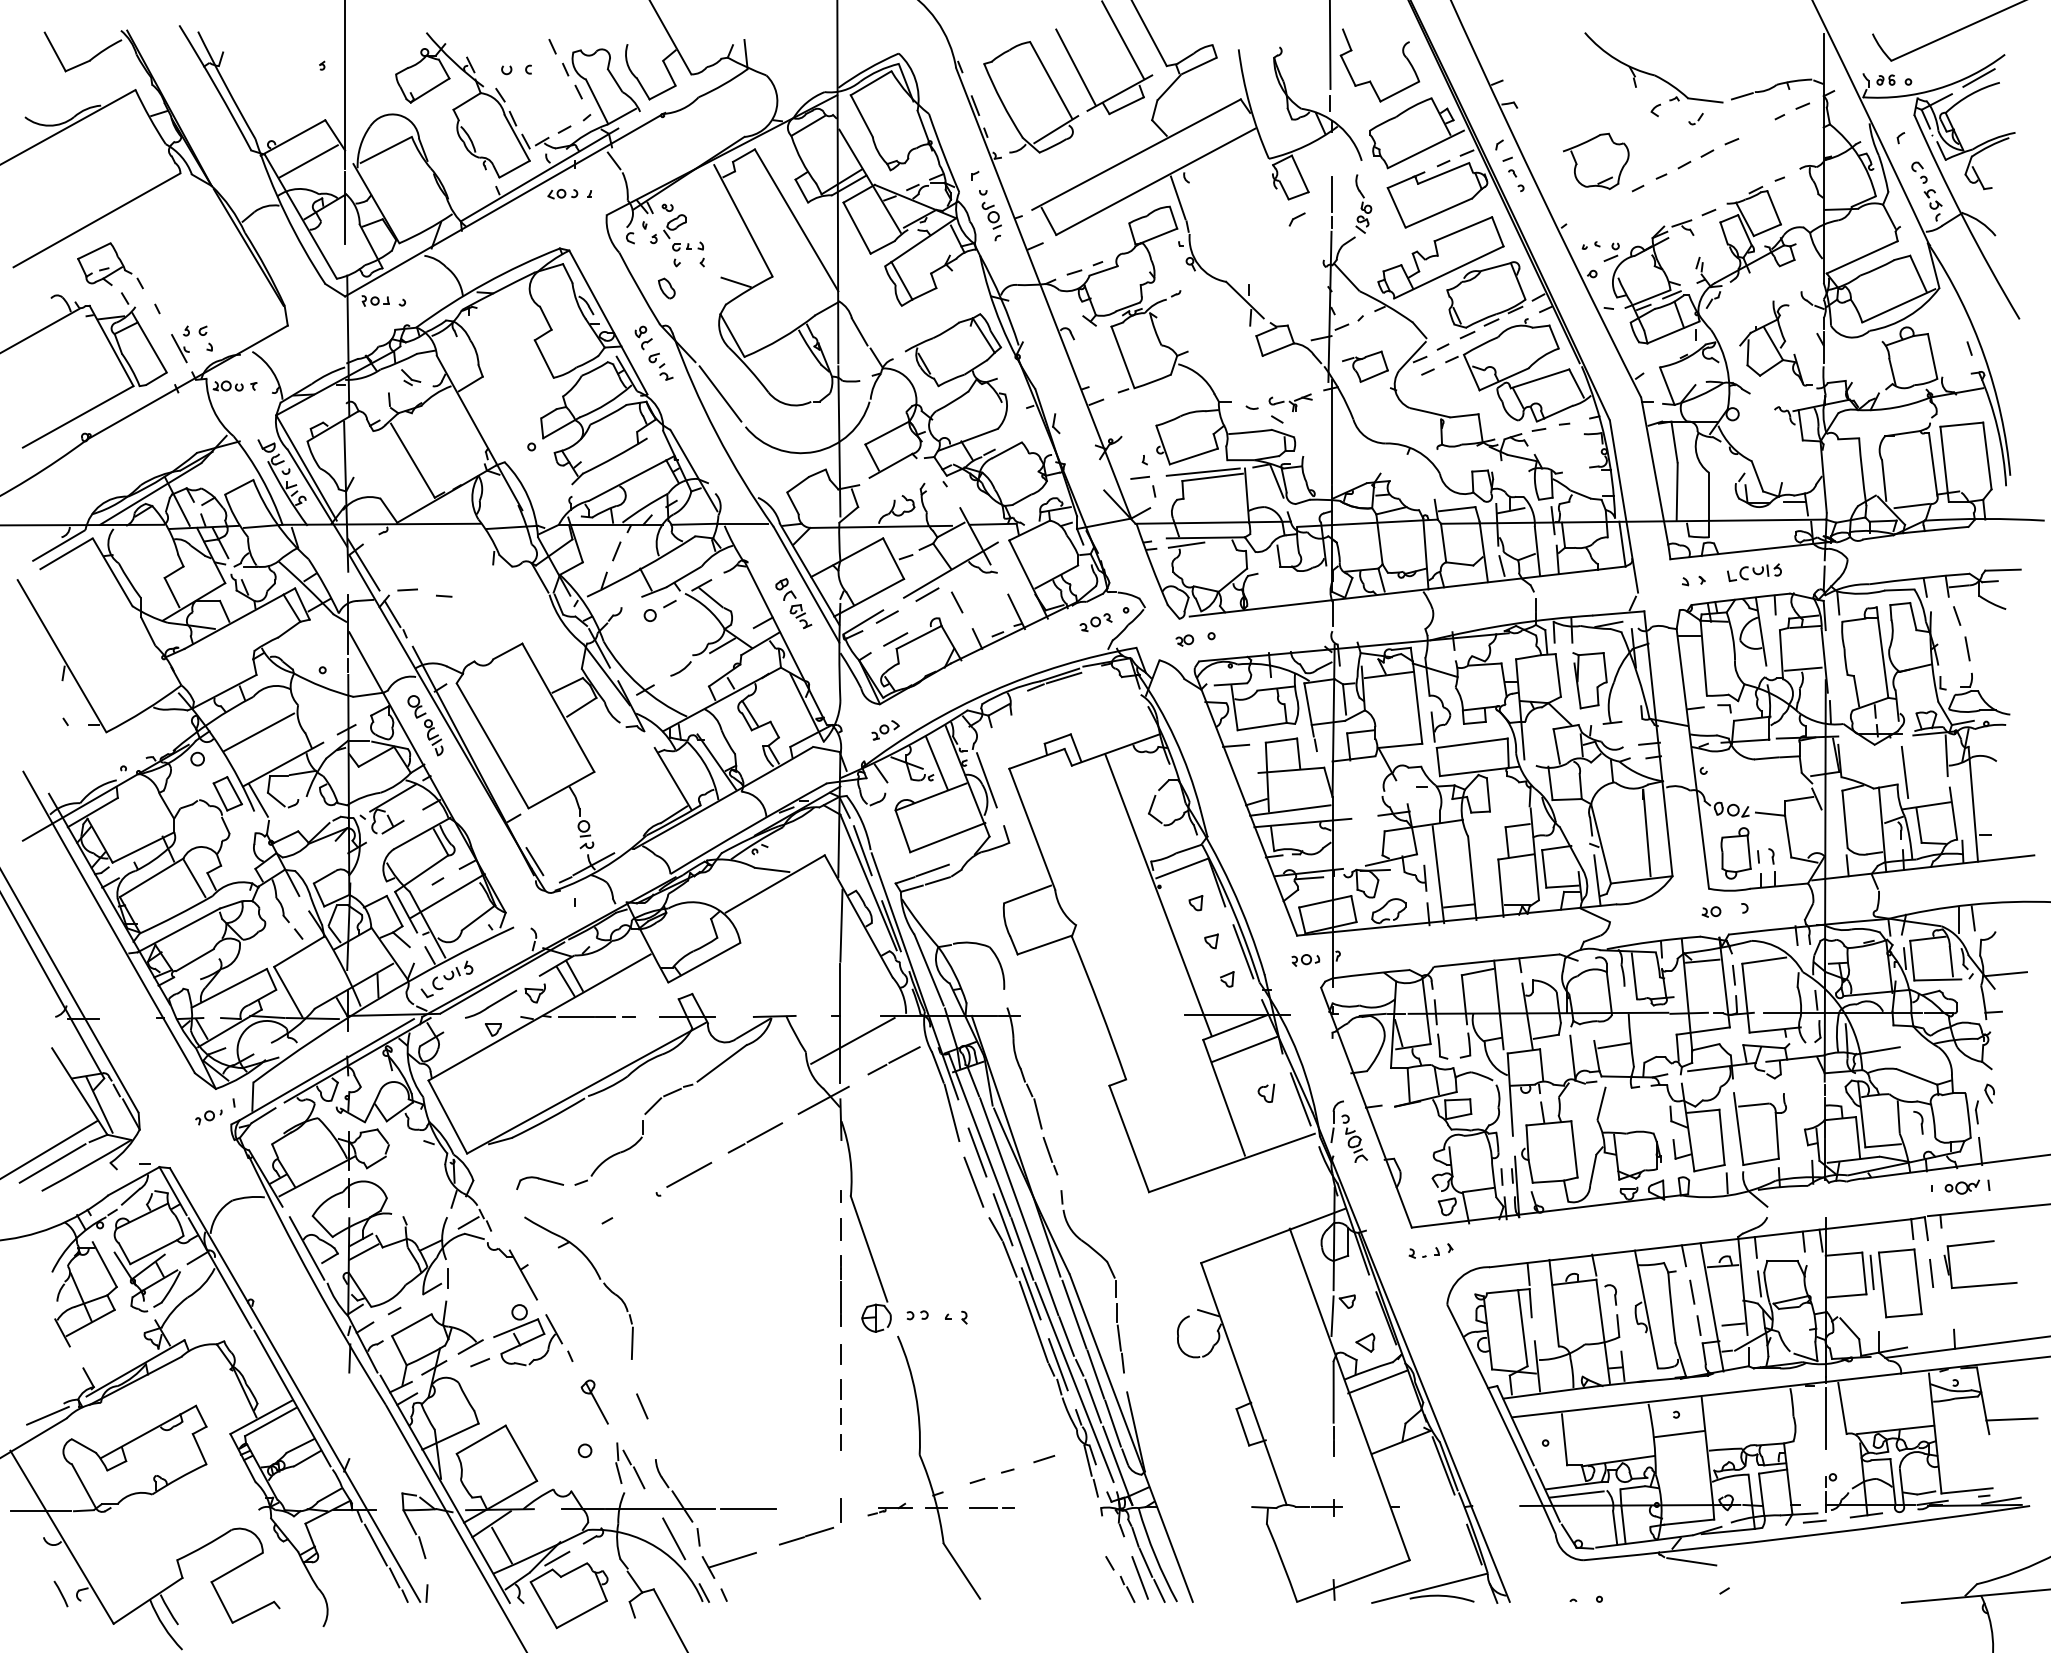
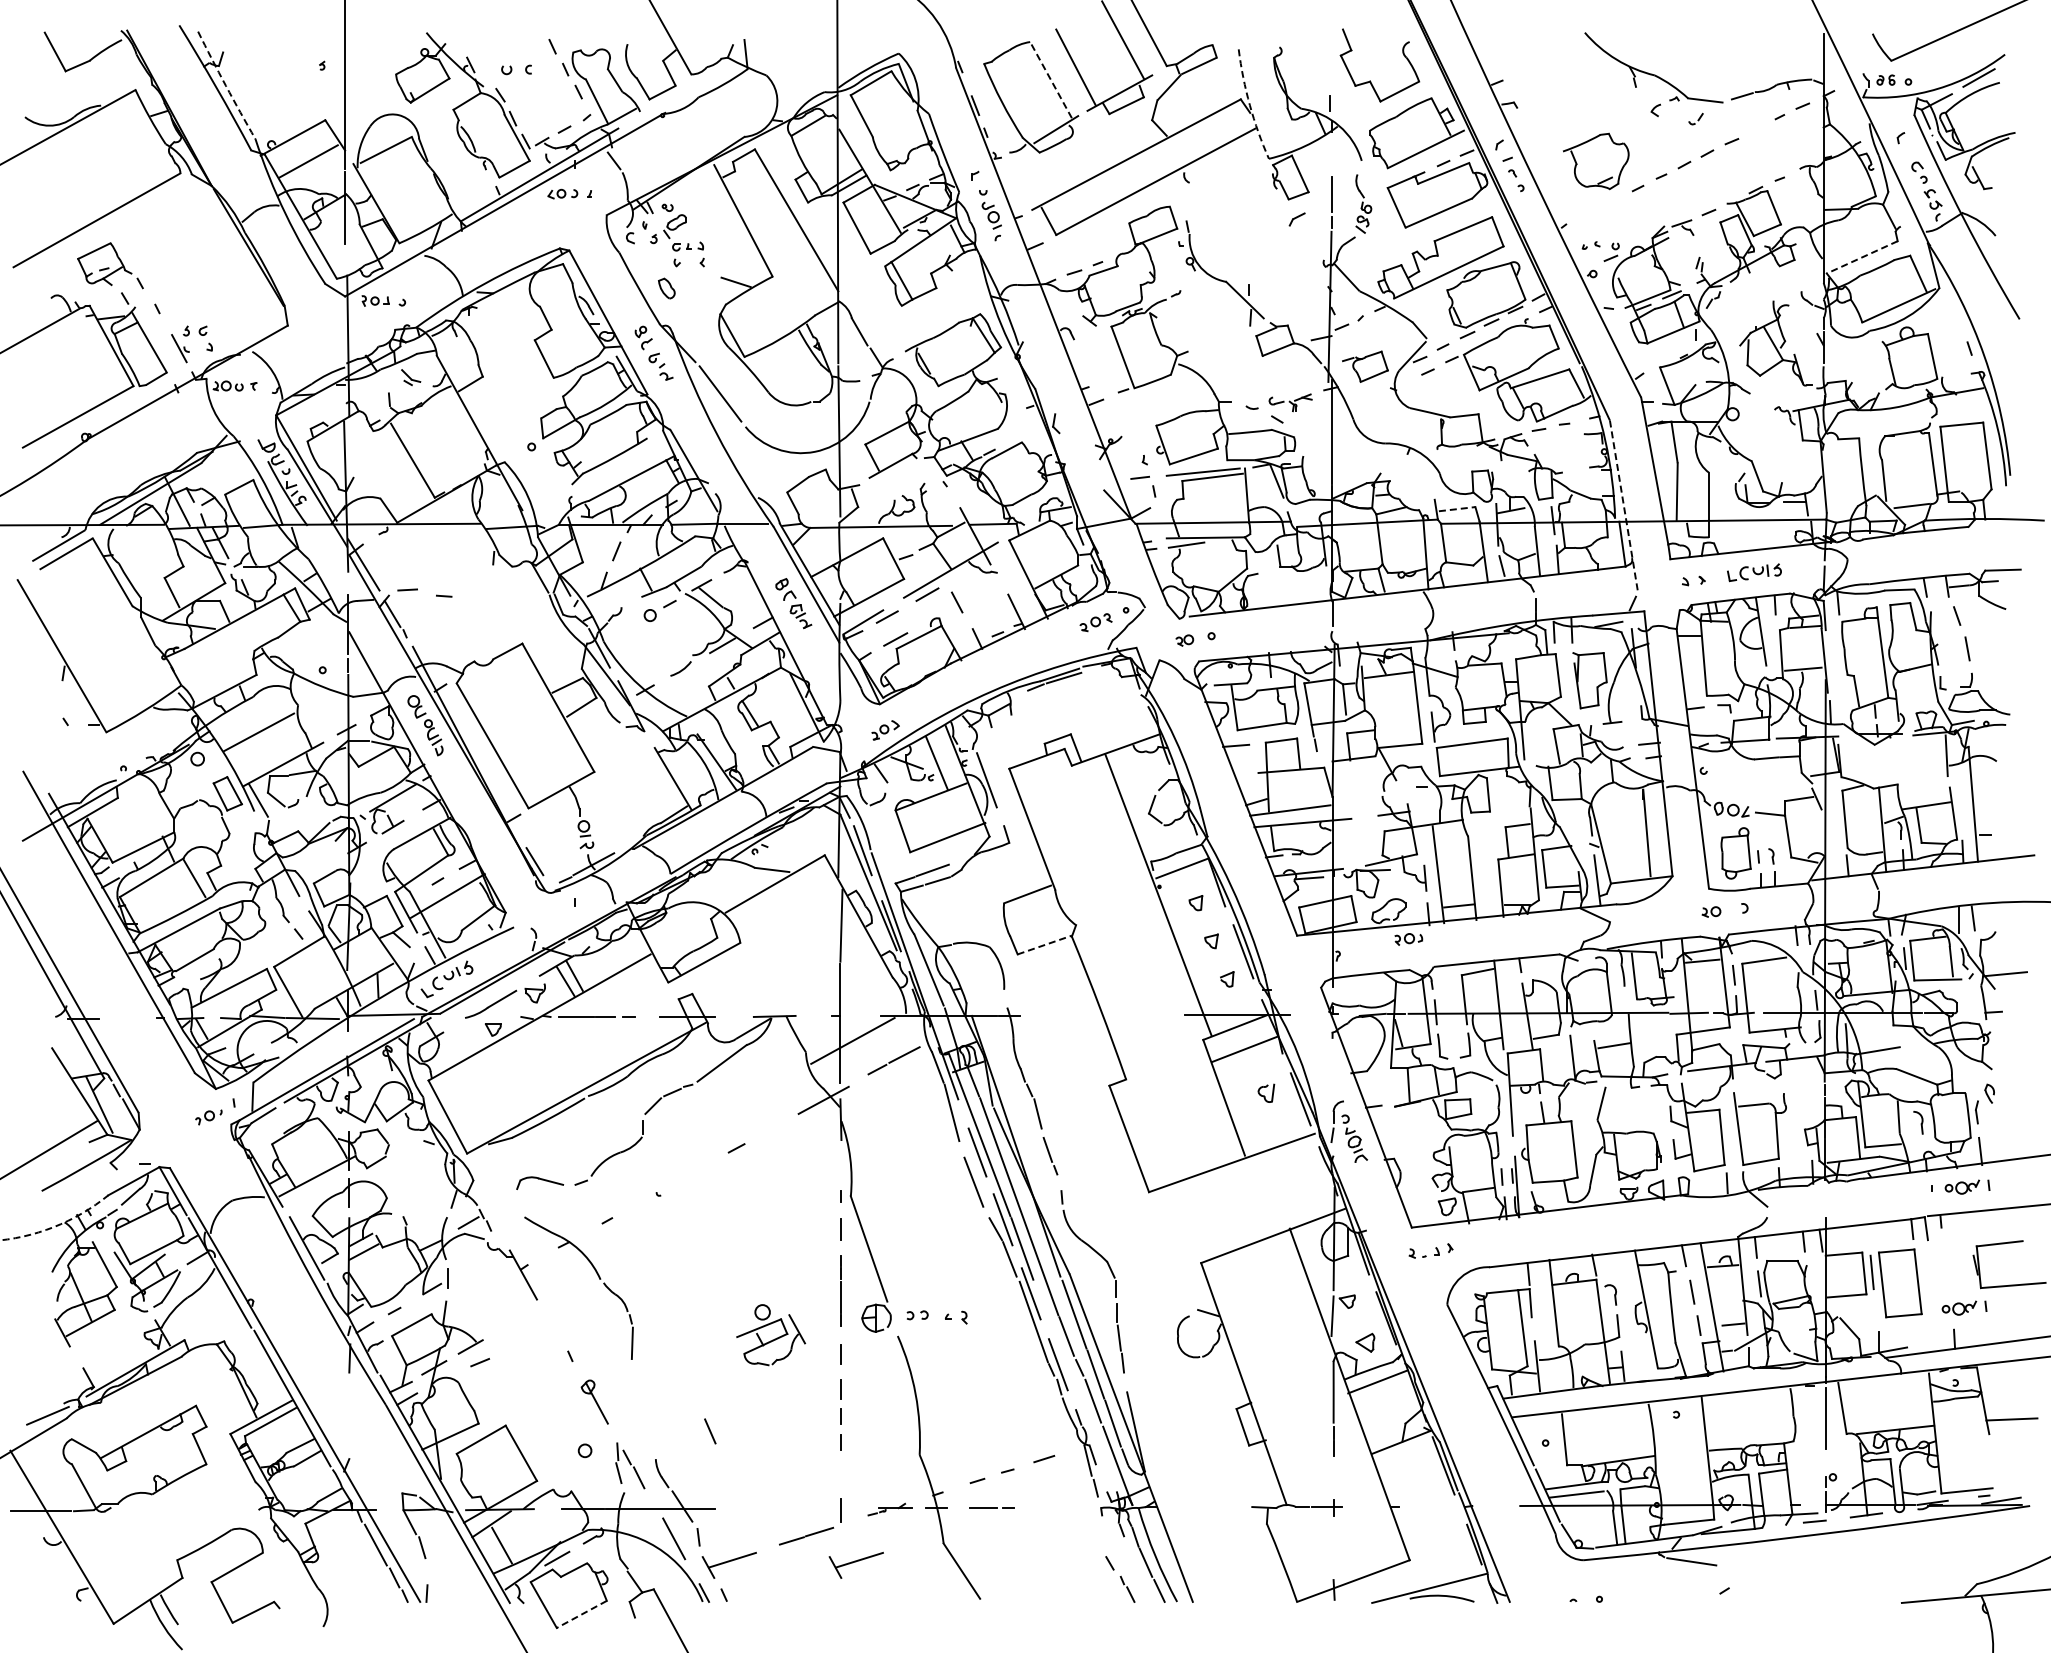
line at (1329, 45): present -> none
line at (1050, 79): solid -> dashed
arc at (225, 85): solid -> dashed
arc at (1249, 105): solid -> dashed
line at (1177, 197): present -> none
line at (1862, 257): solid -> dashed
line at (1624, 507): solid -> dashed
line at (1457, 509): solid -> dashed
line at (1904, 772): present -> none
line at (1044, 945): solid -> dashed
part at (1305, 960) position: (1305, 960) -> (1408, 939)
line at (764, 1132): present -> none
line at (52, 1163): present -> none
line at (689, 1174): present -> none
arc at (57, 1225): solid -> dashed
line at (1931, 1273): present -> none
part at (1980, 1284) position: (1980, 1284) -> (2009, 1284)
part at (1964, 1307): none -> present
part at (528, 1335) position: (528, 1335) -> (771, 1335)
line at (1074, 1382): present -> none
line at (642, 1406) position: (642, 1406) -> (710, 1431)
line at (1679, 1433): present -> none
line at (747, 1509): present -> none
part at (855, 1564): none -> present
line at (1140, 1577): present -> none
line at (60, 1593): present -> none
line at (581, 1614): solid -> dashed
